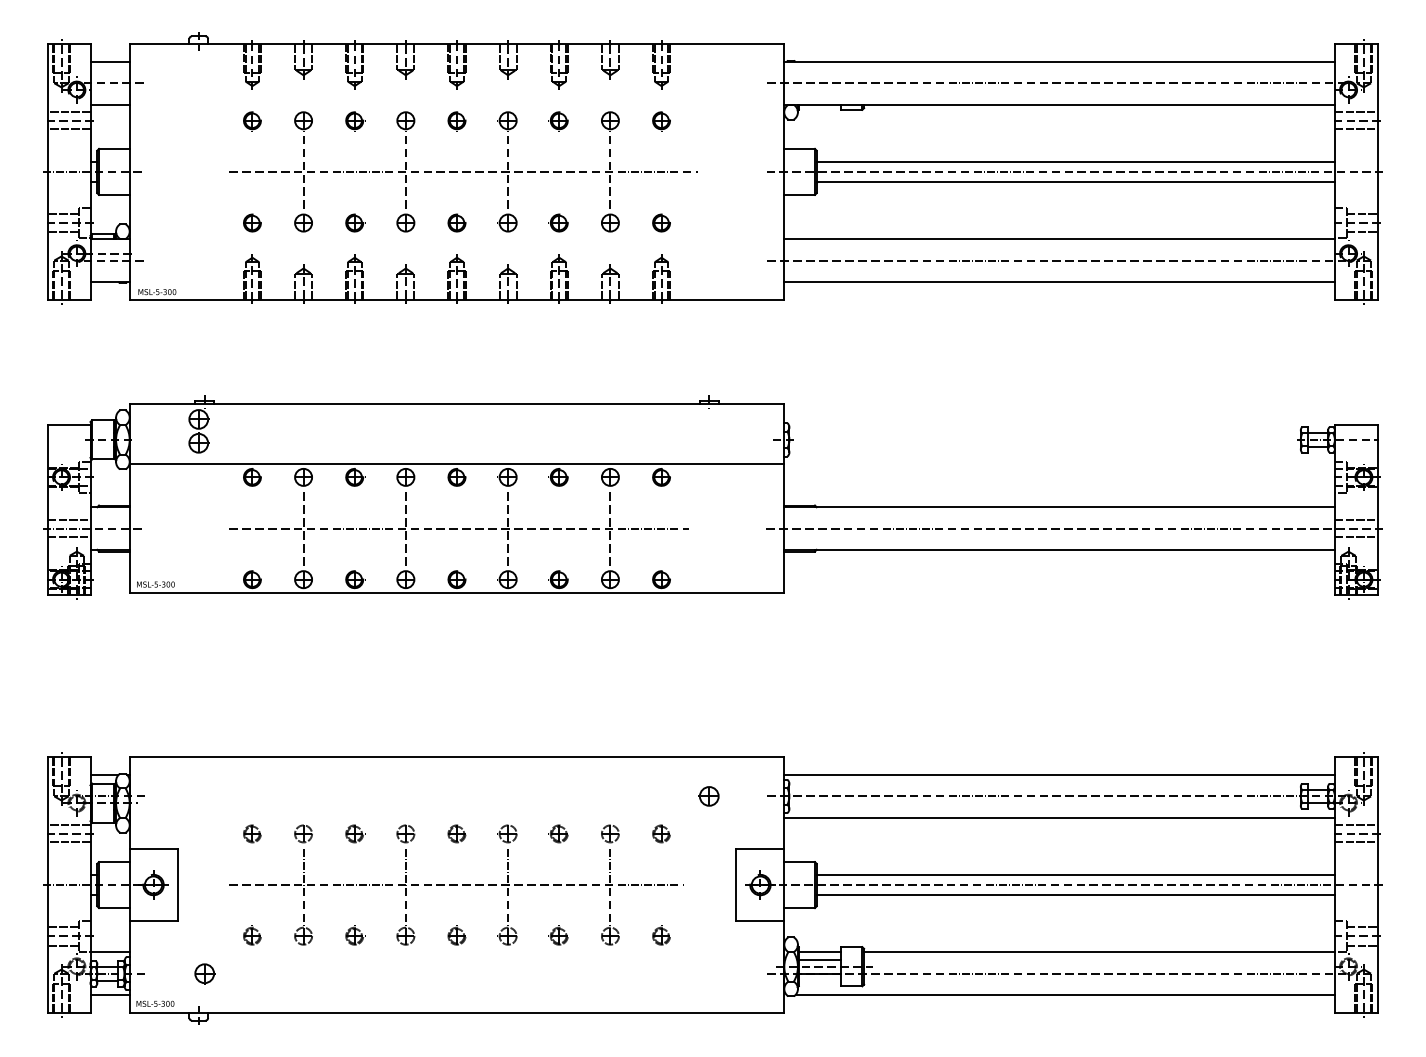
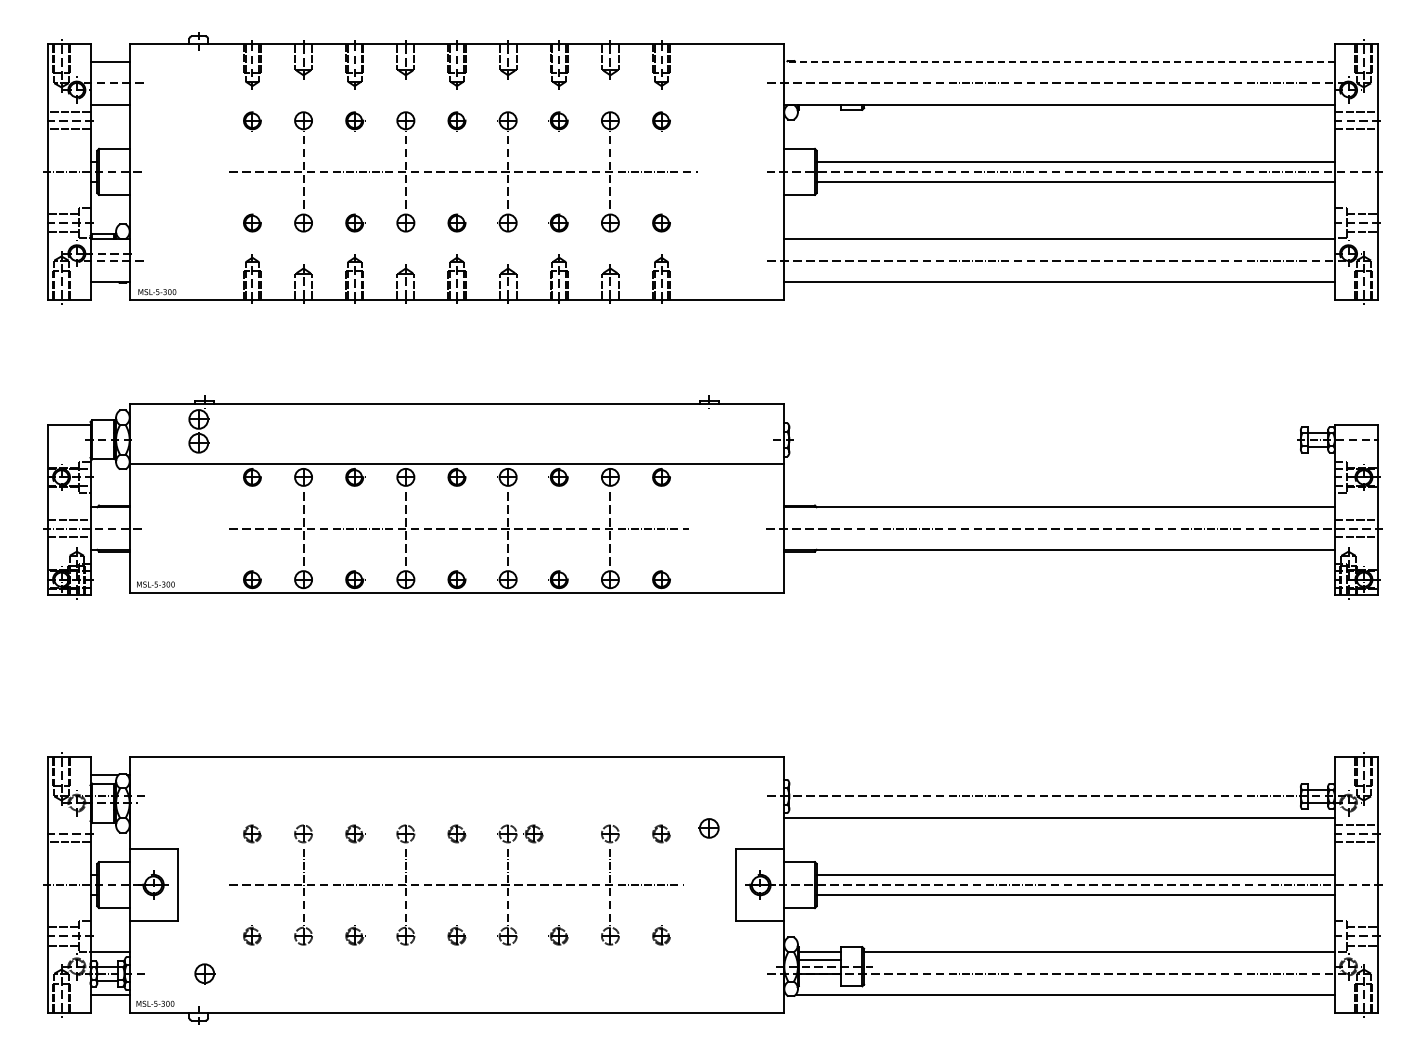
line at (1059, 61): solid -> dashed
line at (1059, 775): present -> none
part at (708, 796) position: (708, 796) -> (708, 828)
line at (68, 825): present -> none
part at (558, 833) position: (558, 833) -> (533, 833)
